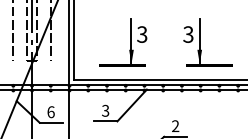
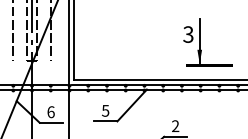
part at (130, 42): present -> none
text at (105, 110): 3 -> 5
